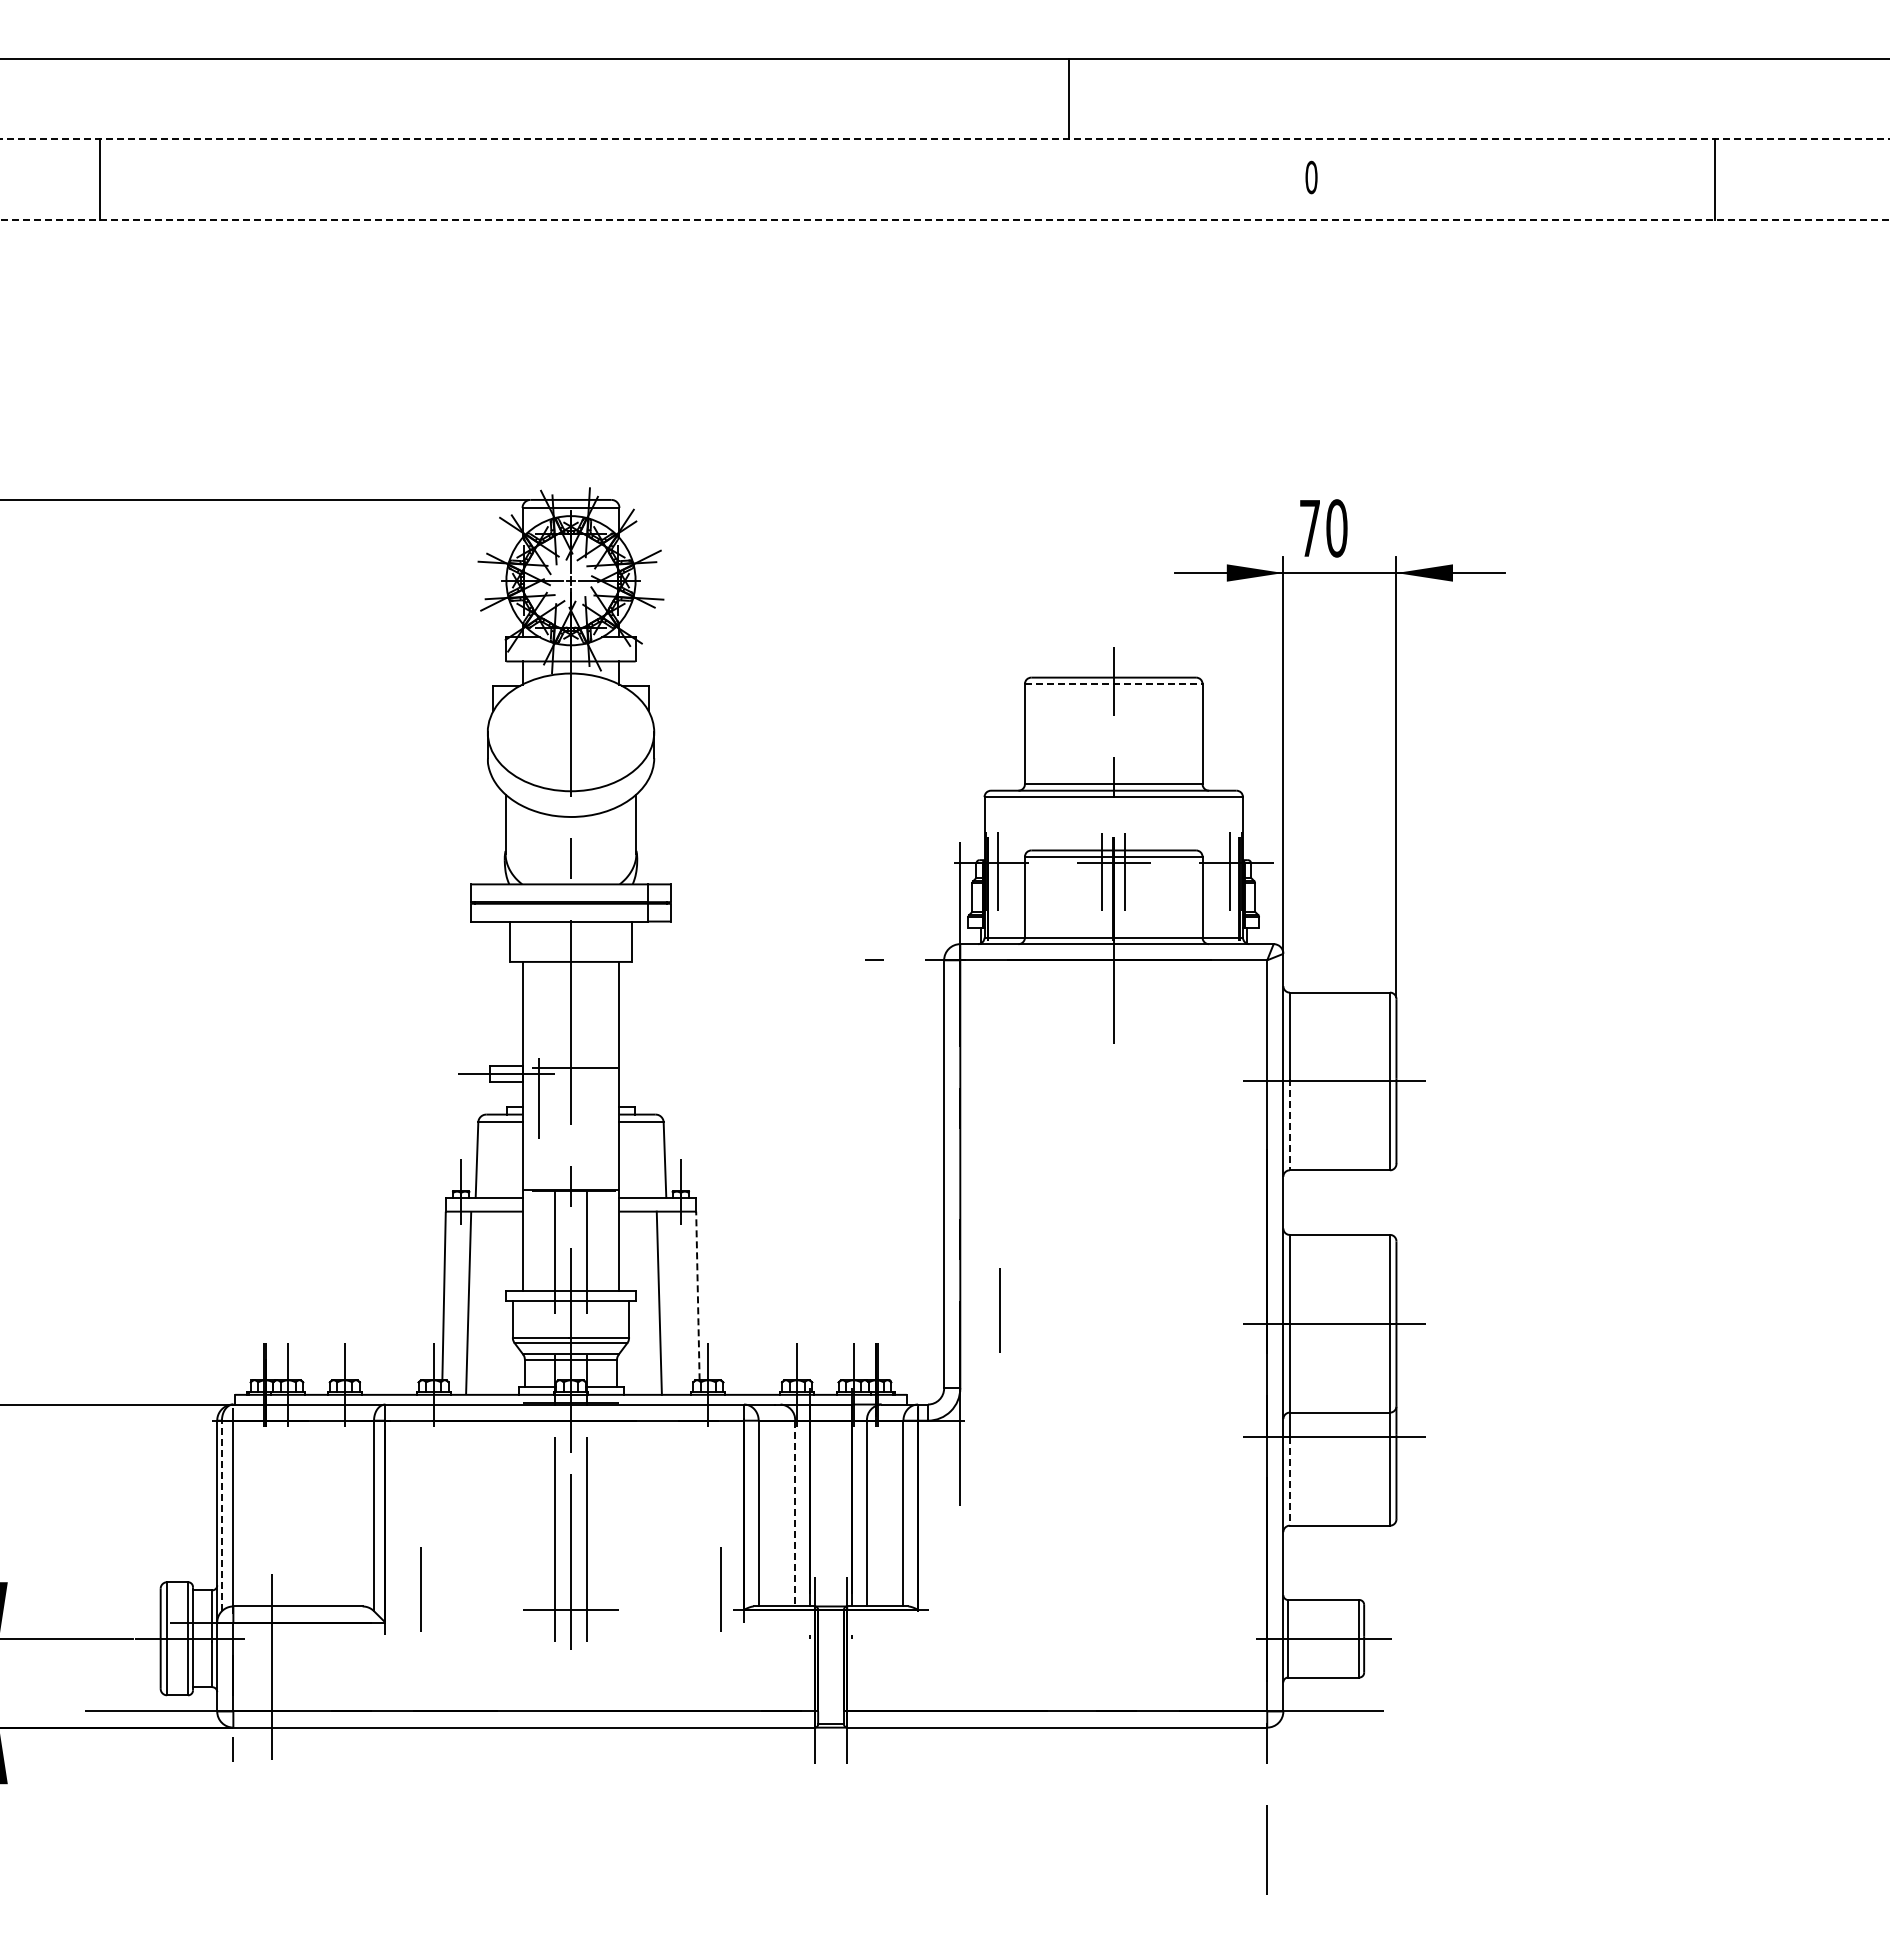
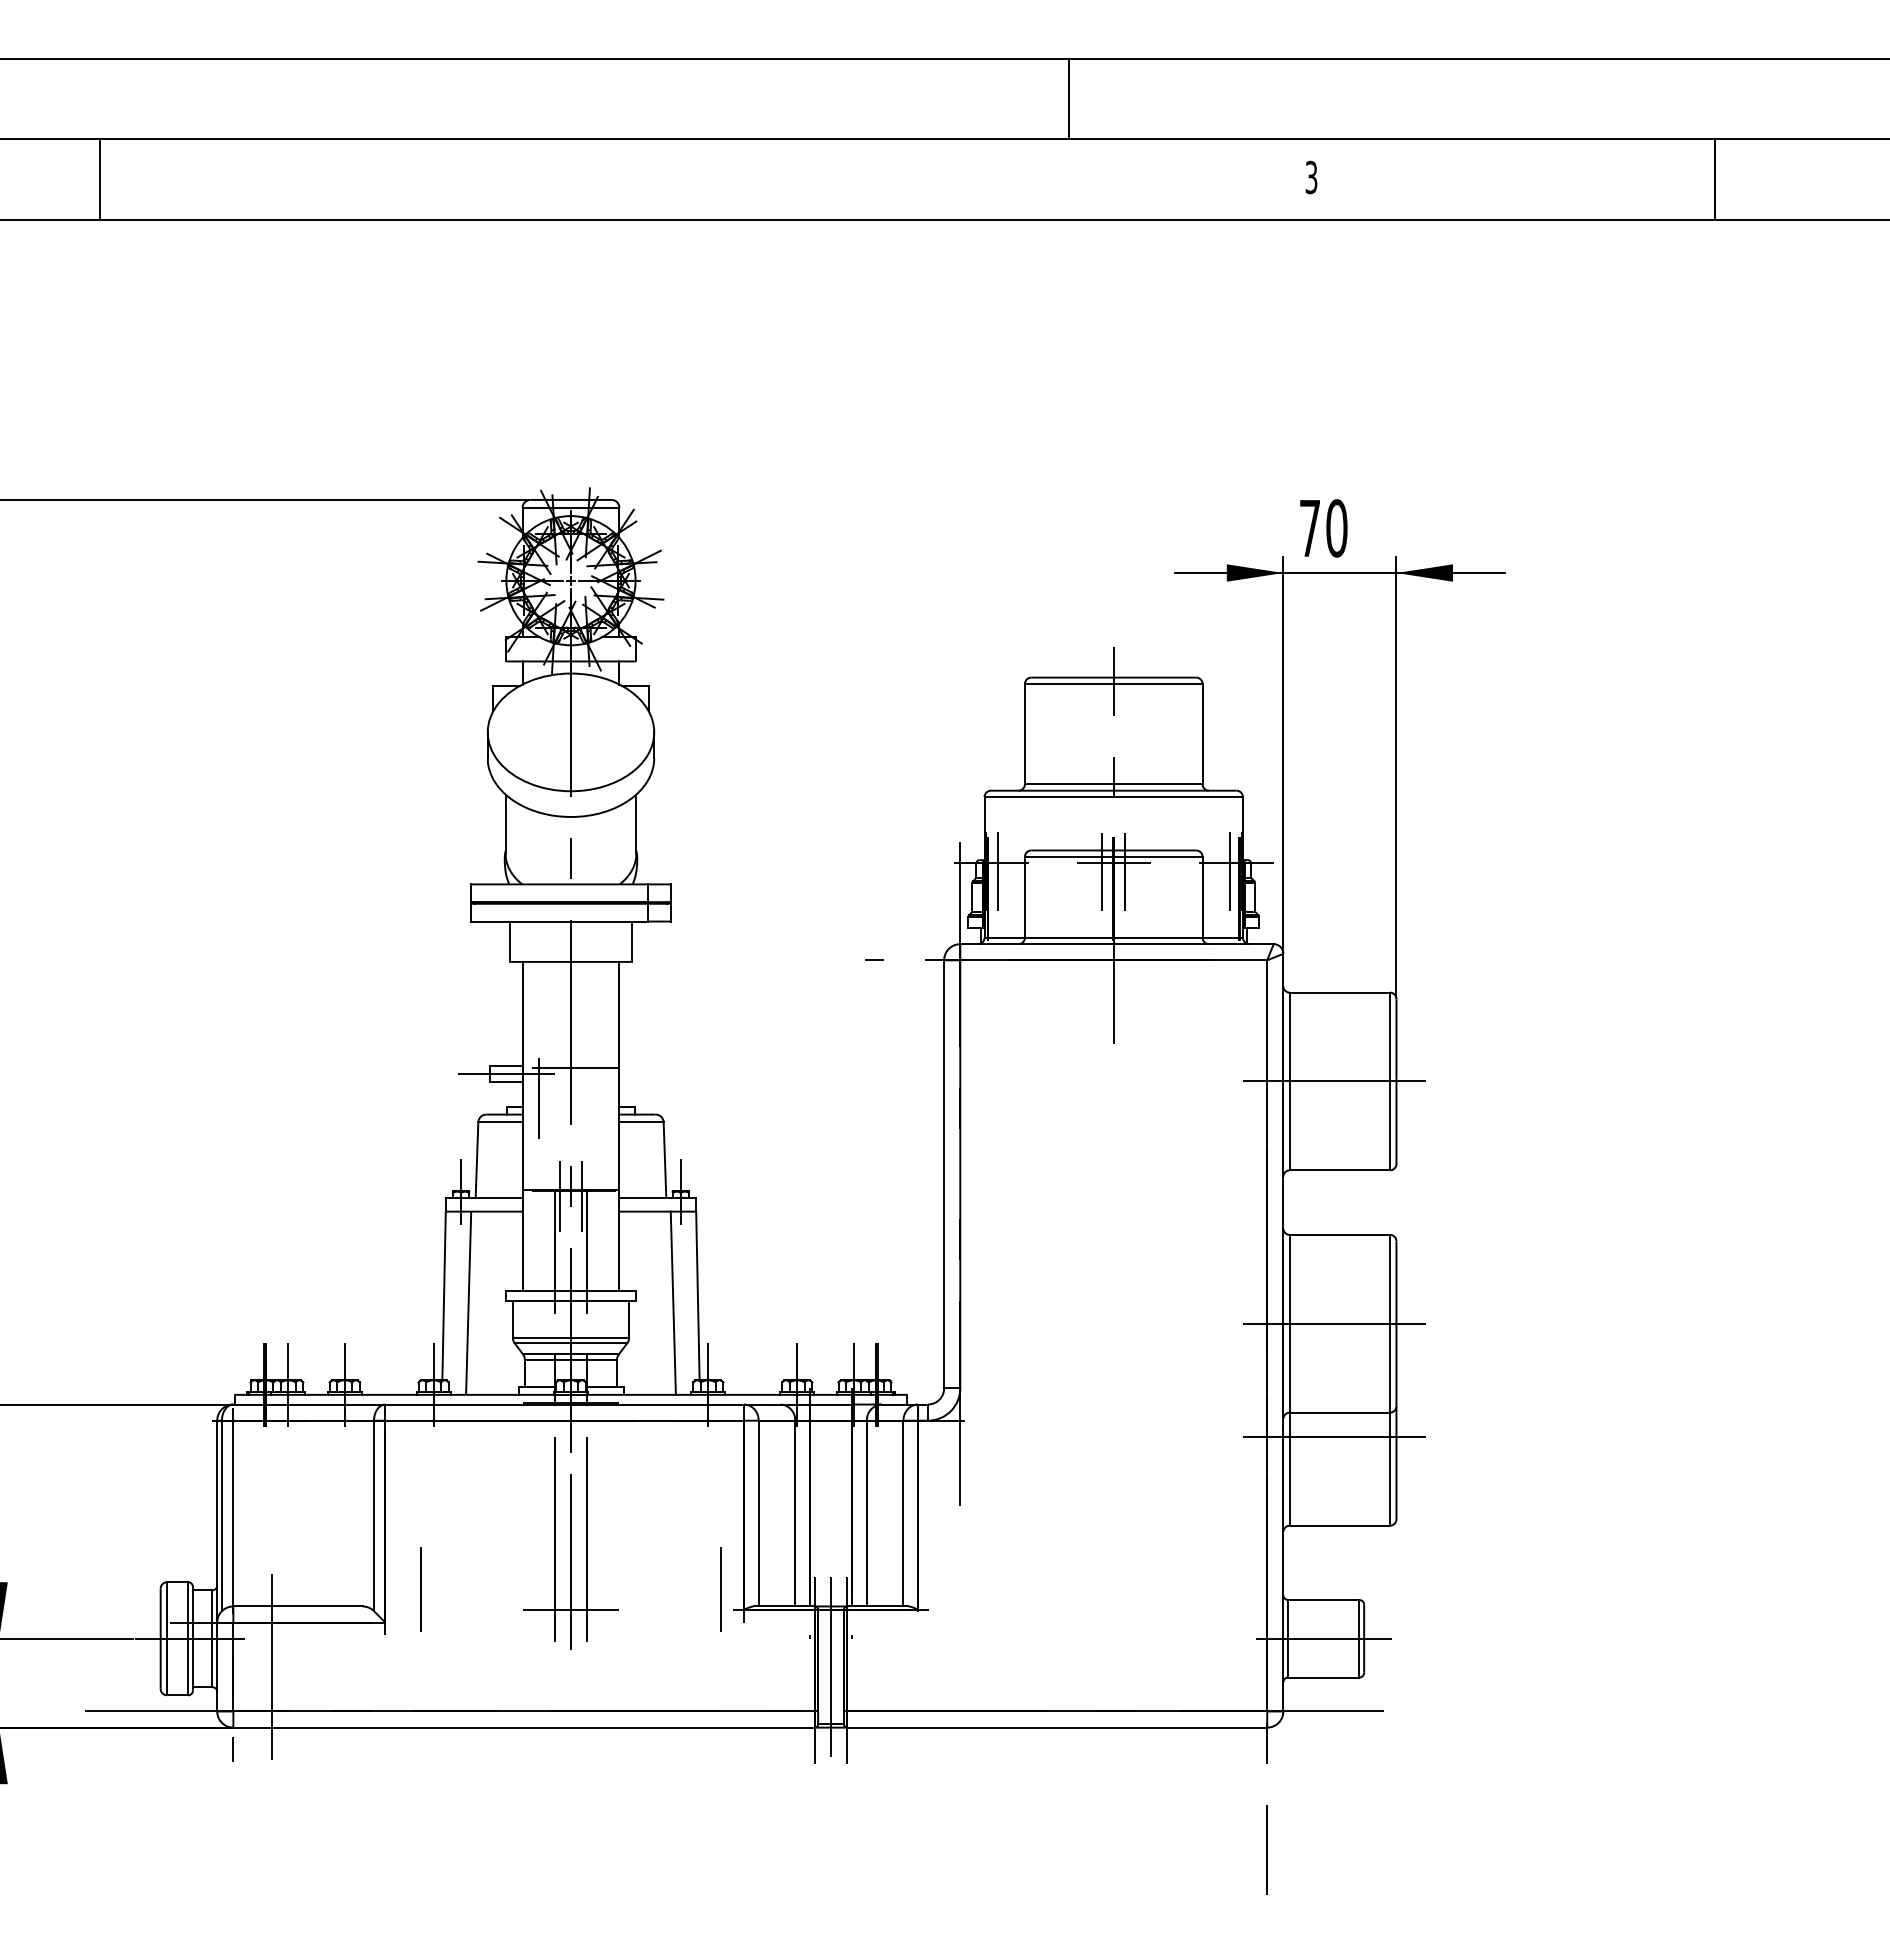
line at (945, 139): dashed -> solid
text at (1311, 177): 0 -> 3
line at (944, 220): dashed -> solid
line at (1113, 684): dashed -> solid
line at (1289, 1124): dashed -> solid
line at (559, 1195): none -> present
line at (582, 1195): none -> present
line at (697, 1296): dashed -> solid
line at (658, 1302) position: (658, 1302) -> (672, 1302)
line at (999, 1310): present -> none
line at (1289, 1481): dashed -> solid
line at (795, 1513): dashed -> solid
line at (221, 1515): dashed -> solid
line at (831, 1666): none -> present
